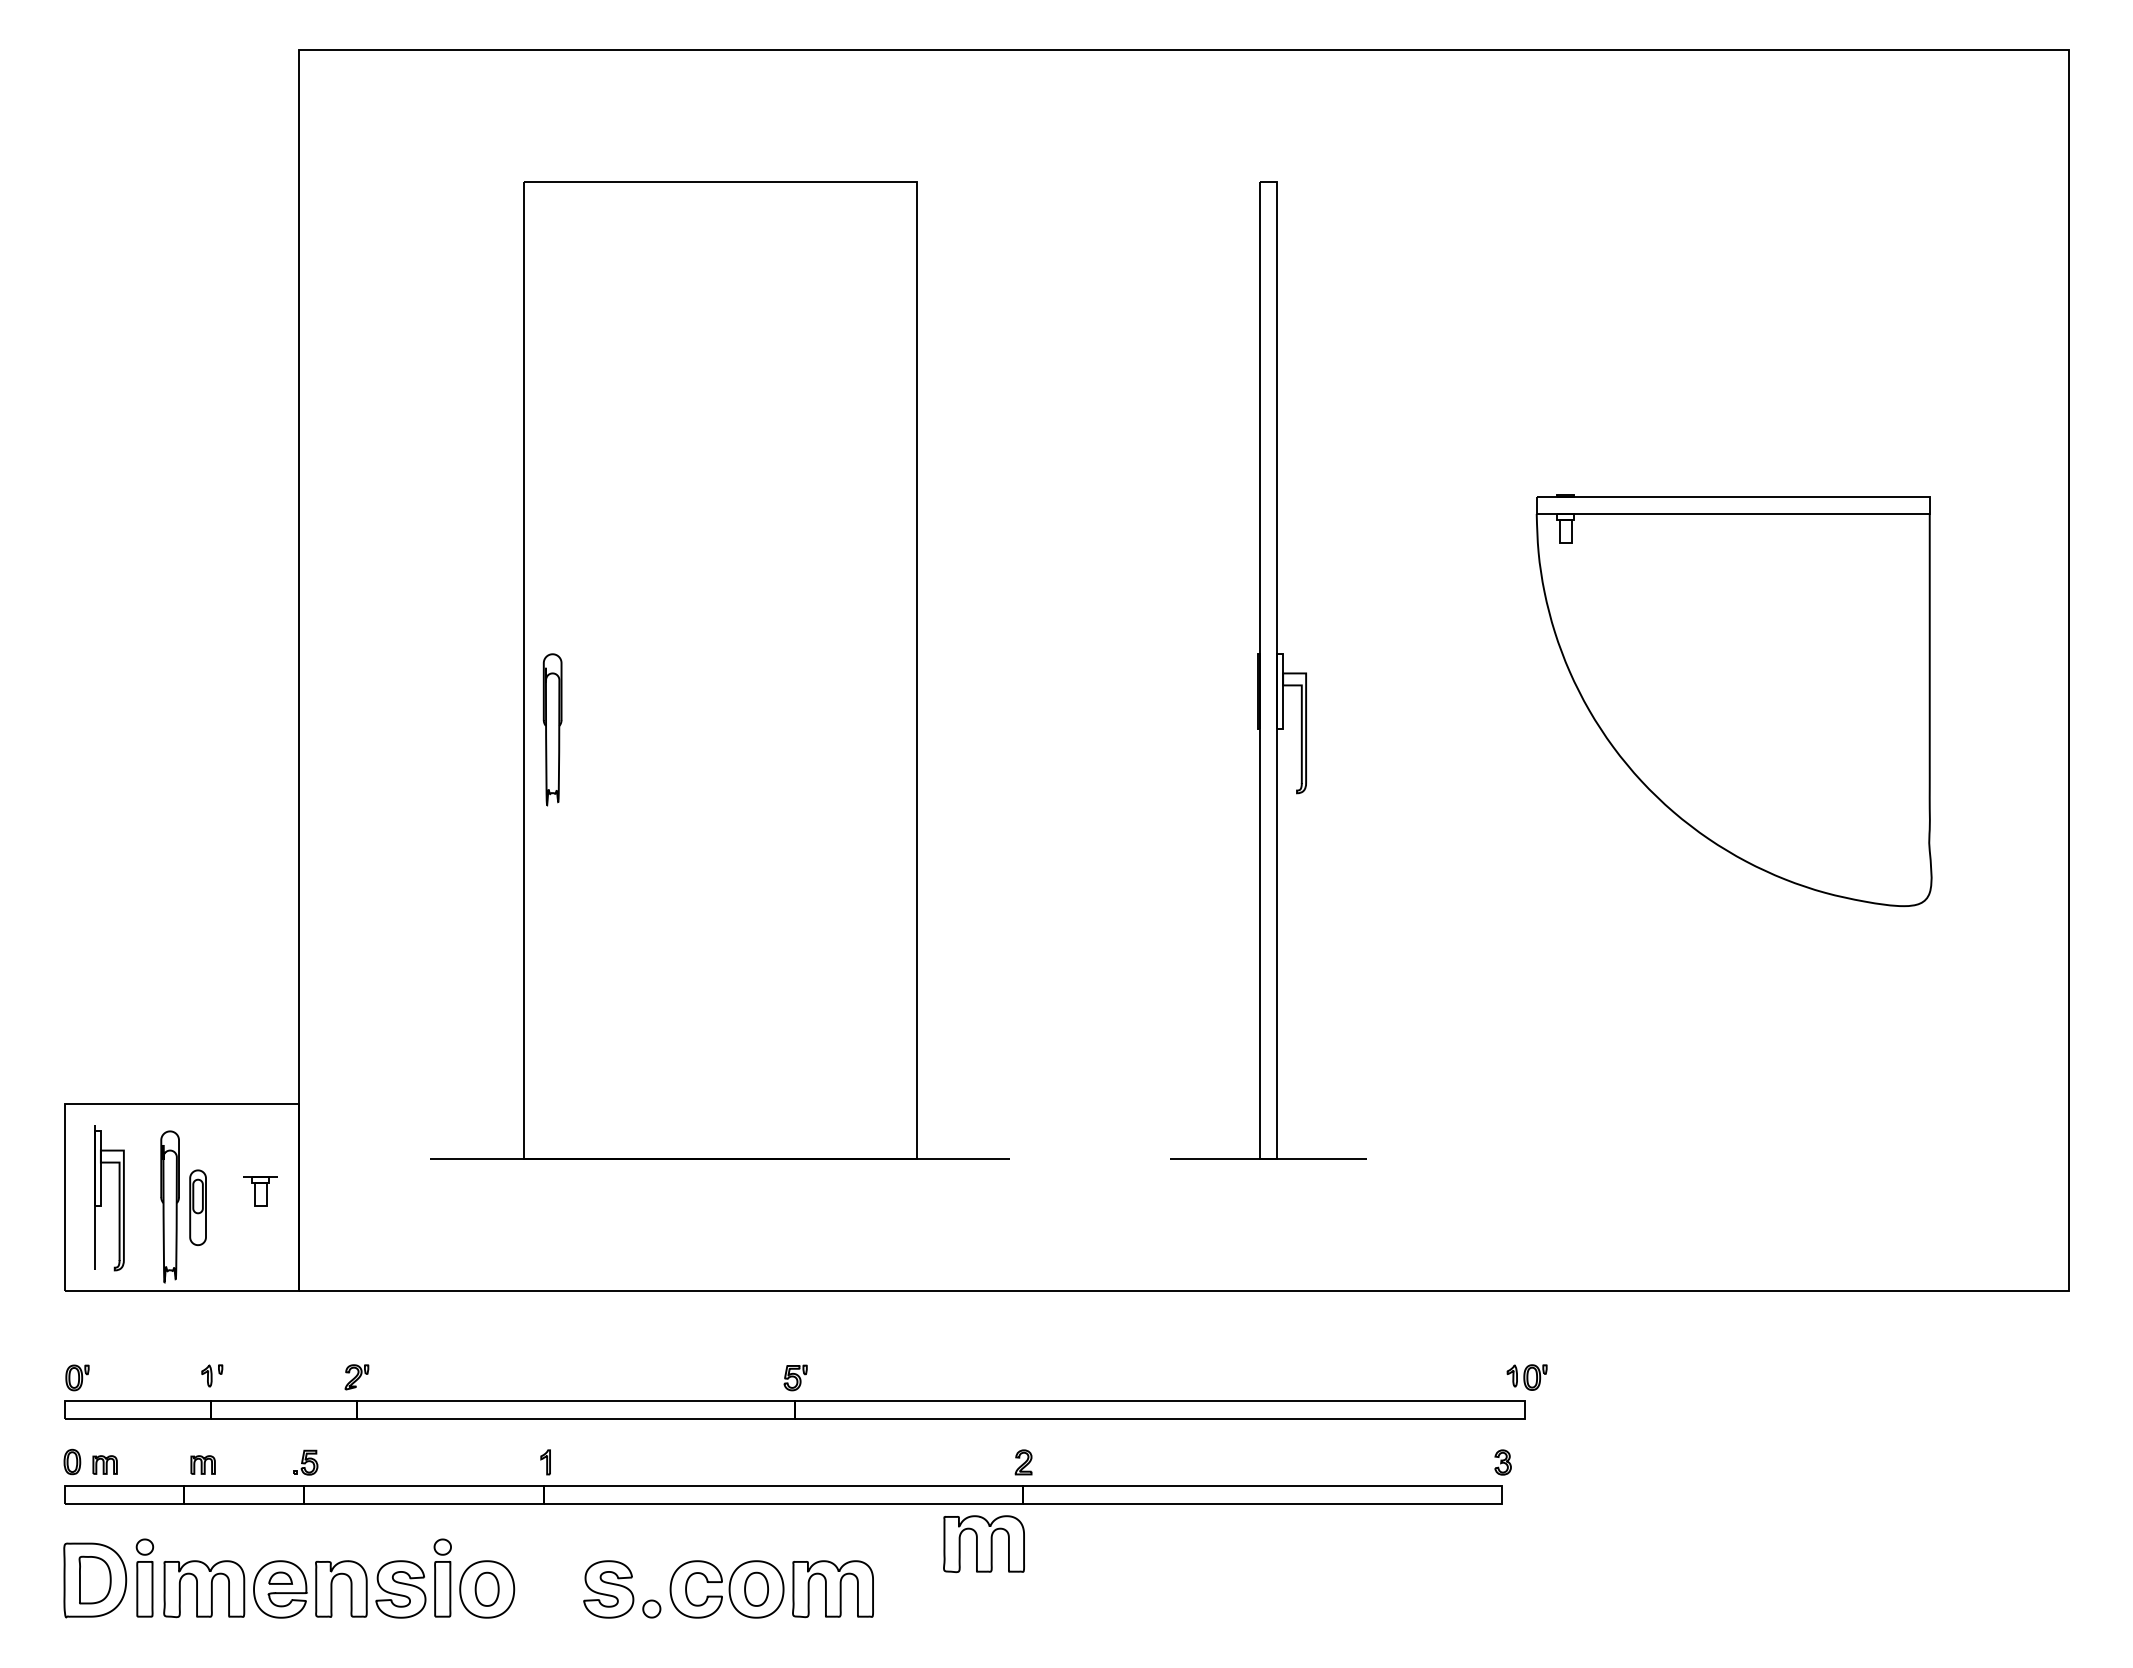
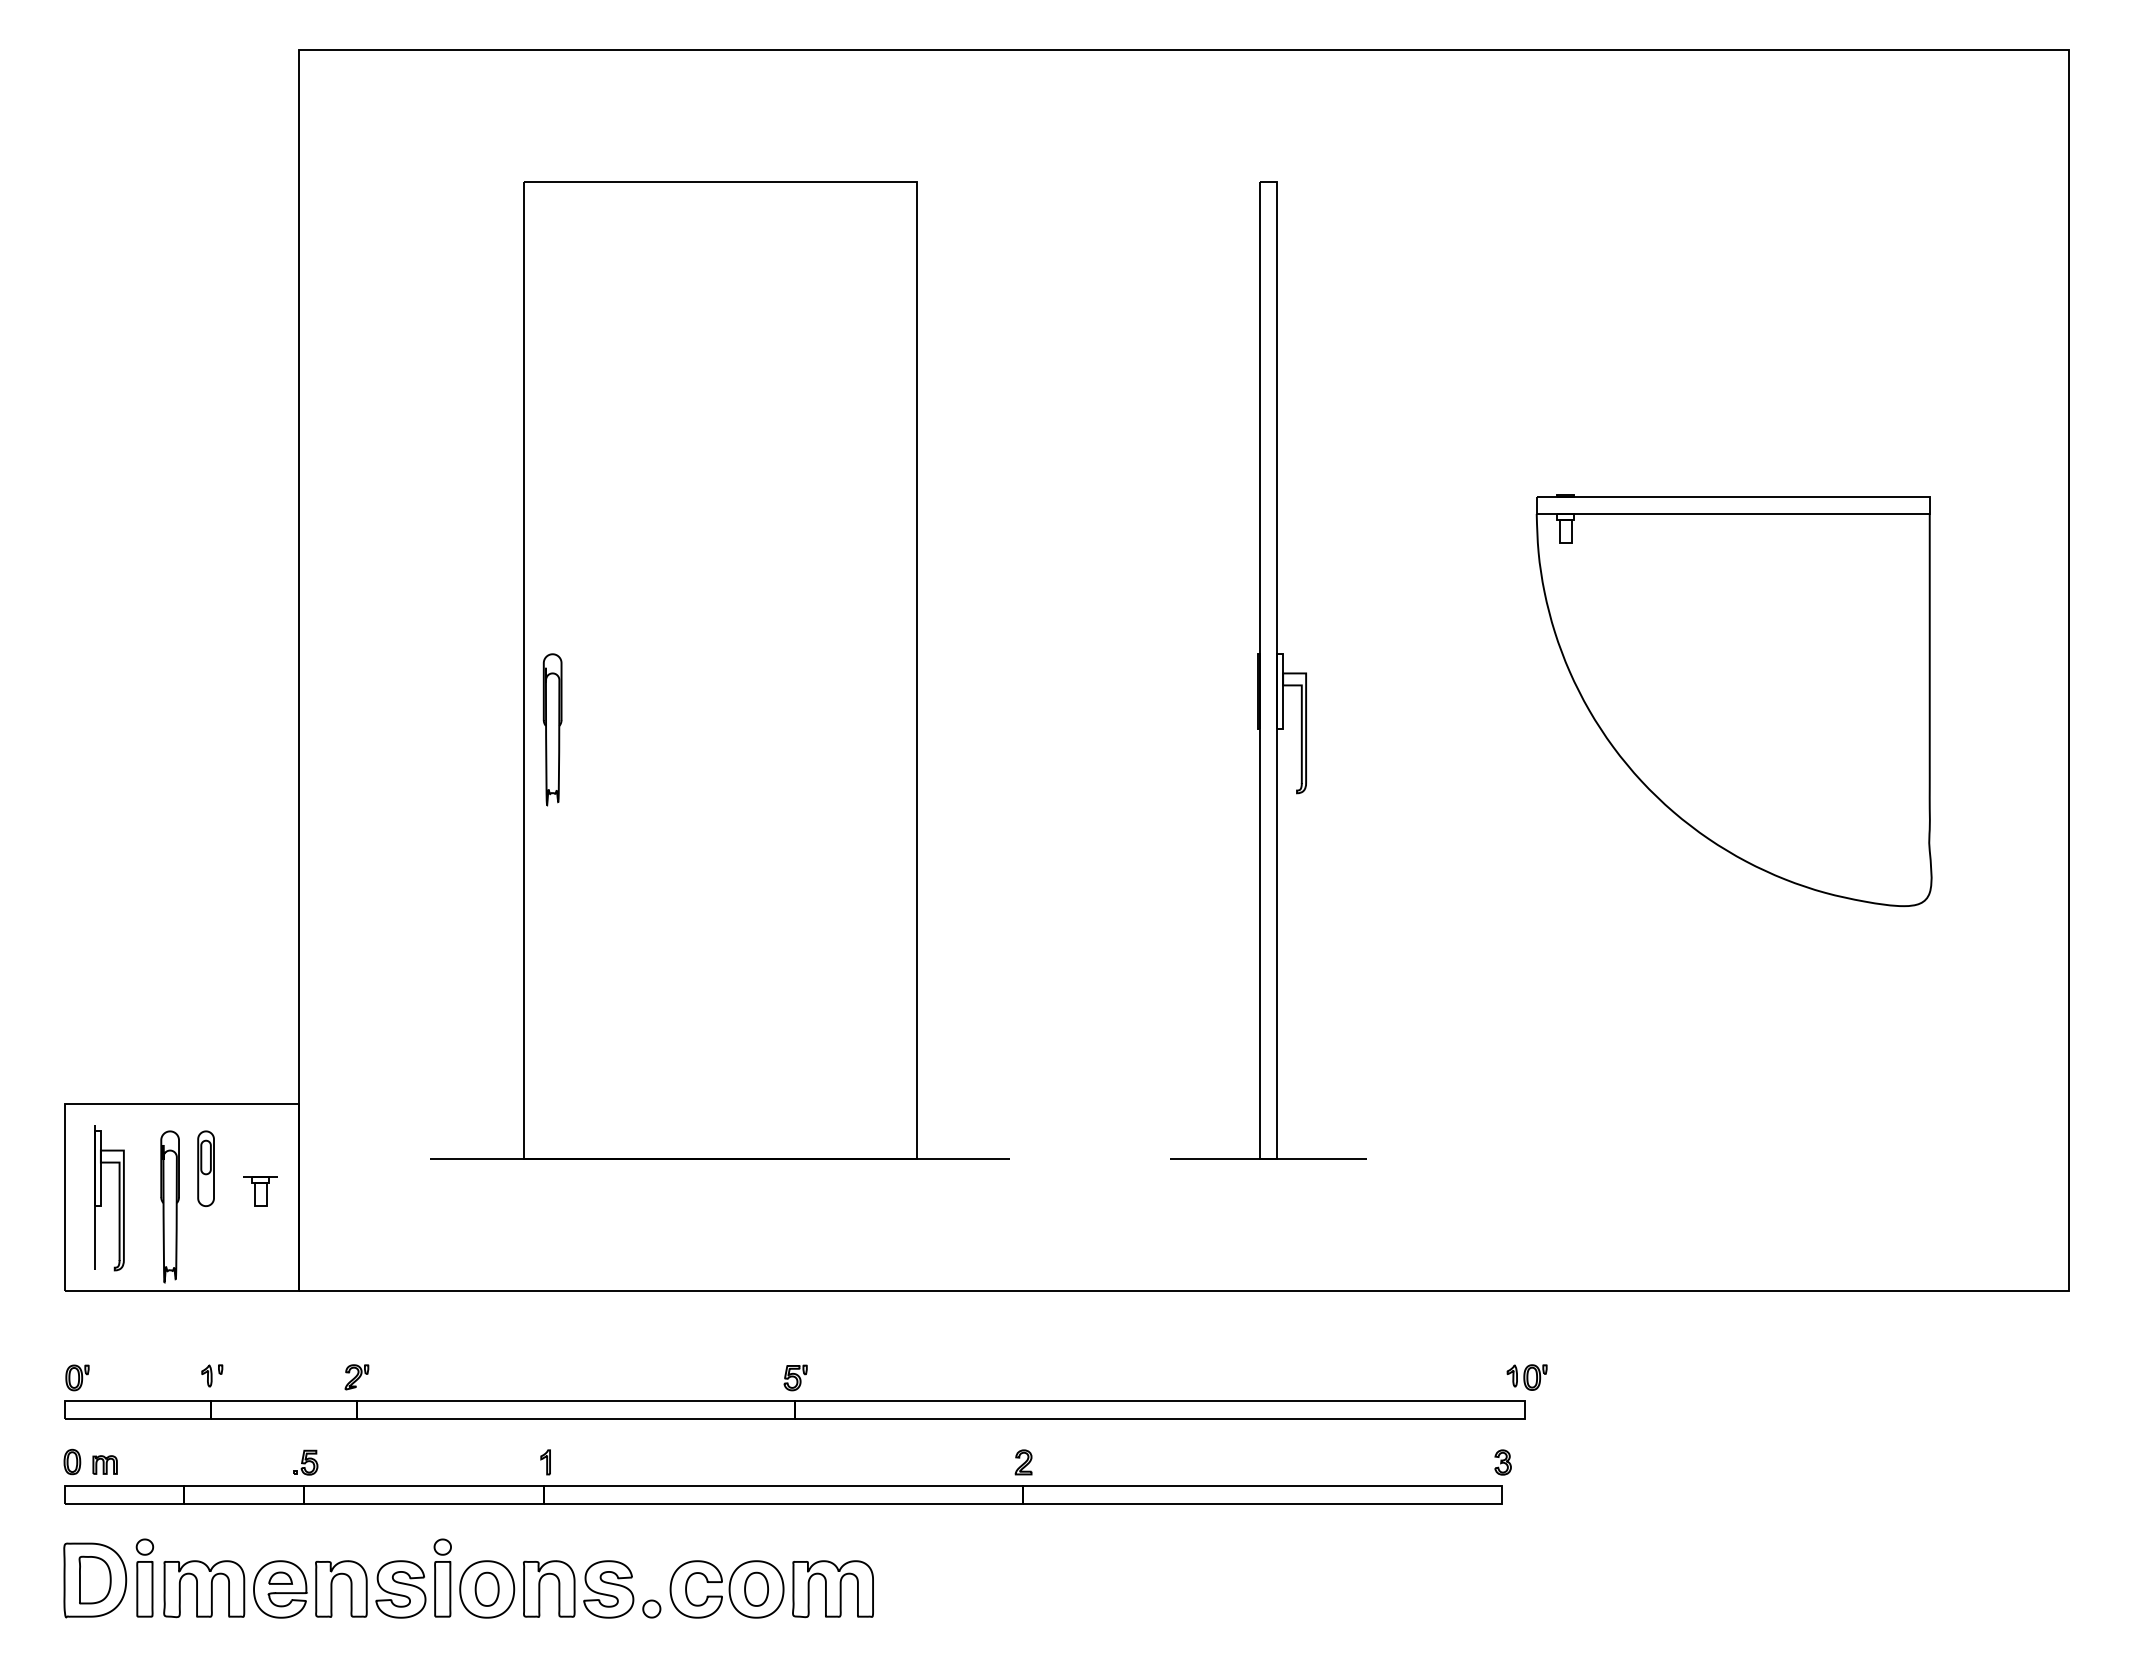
part at (197, 1207) position: (197, 1207) -> (205, 1168)
part at (202, 1464): present -> none
part at (983, 1544): present -> none
part at (540, 1588): none -> present
